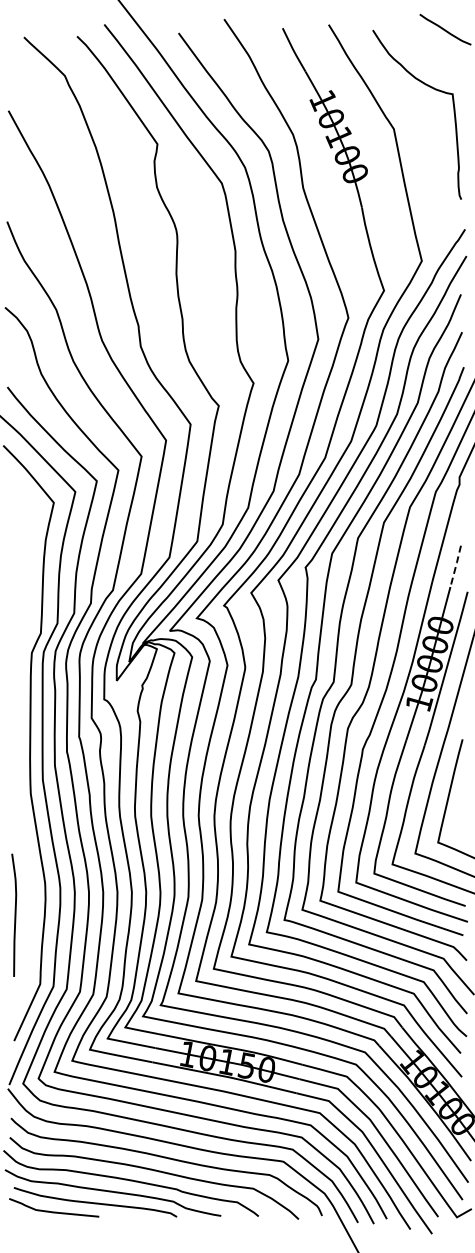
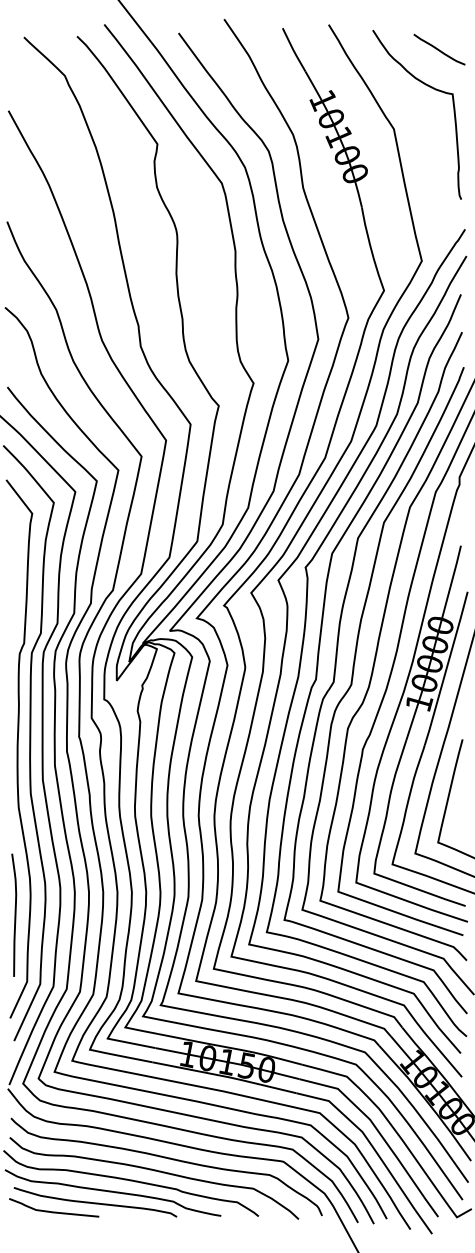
curve at (445, 29) position: (445, 29) -> (439, 49)
line at (455, 566): dashed -> solid
curve at (18, 748): none -> present
